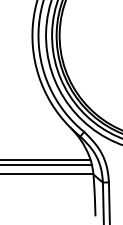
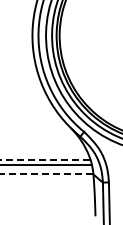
line at (45, 159): solid -> dashed
line at (46, 173): solid -> dashed
